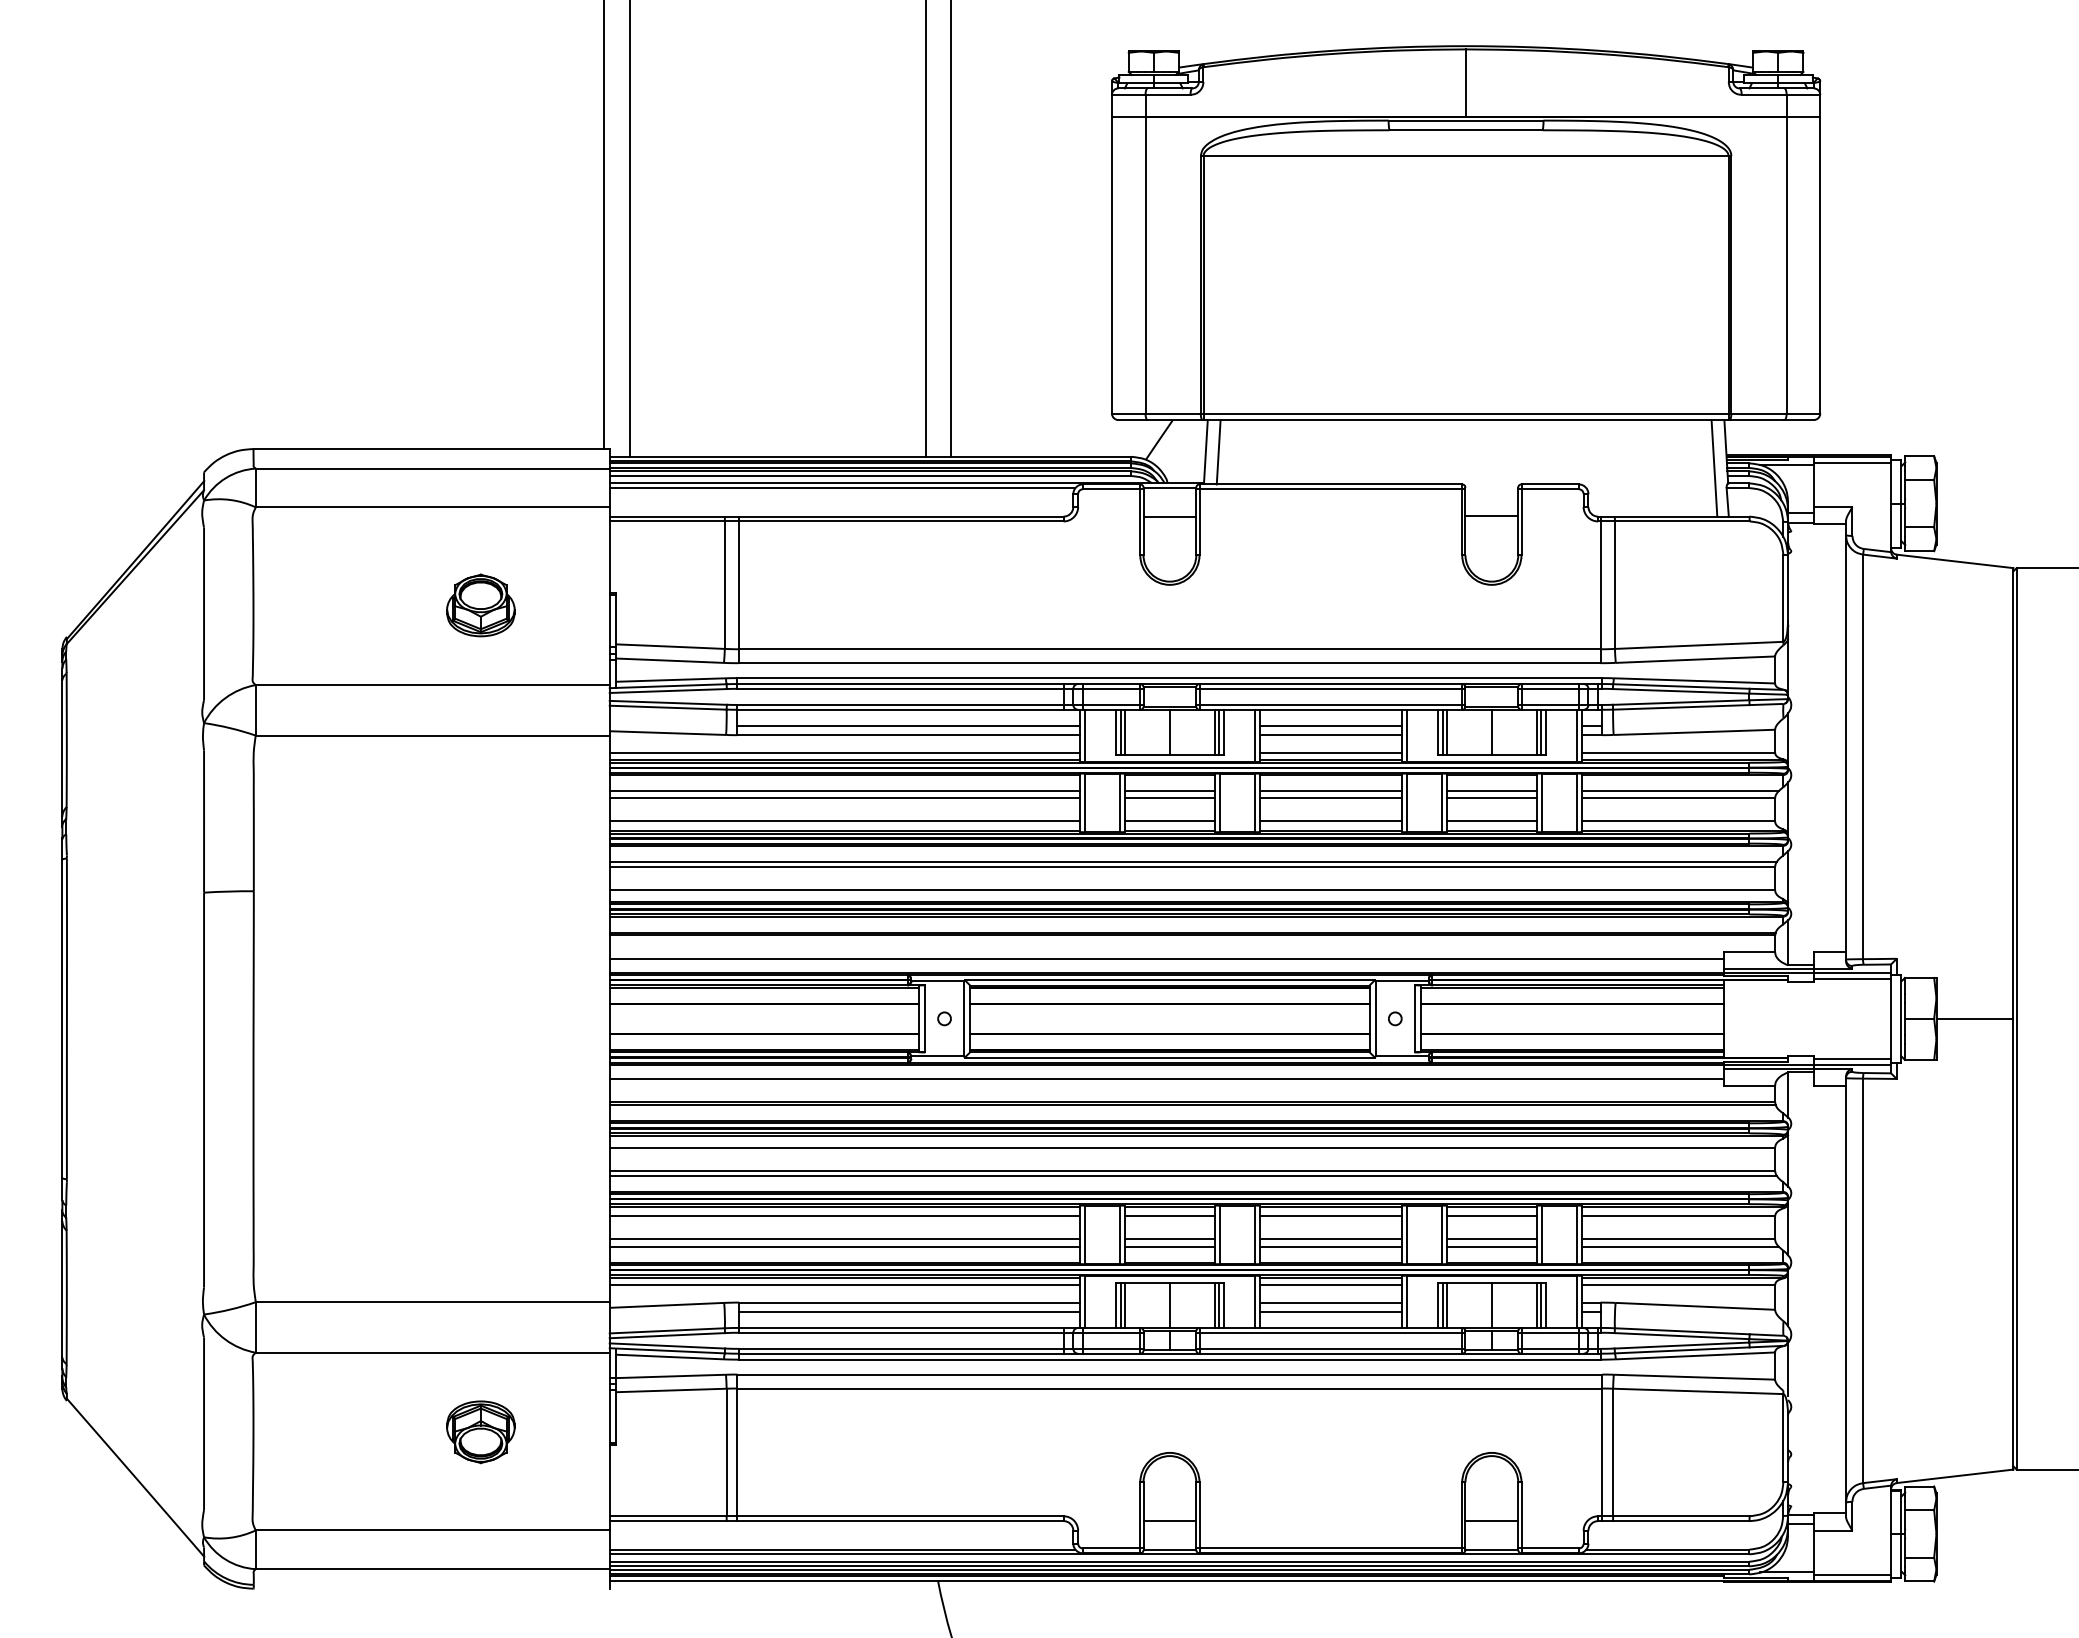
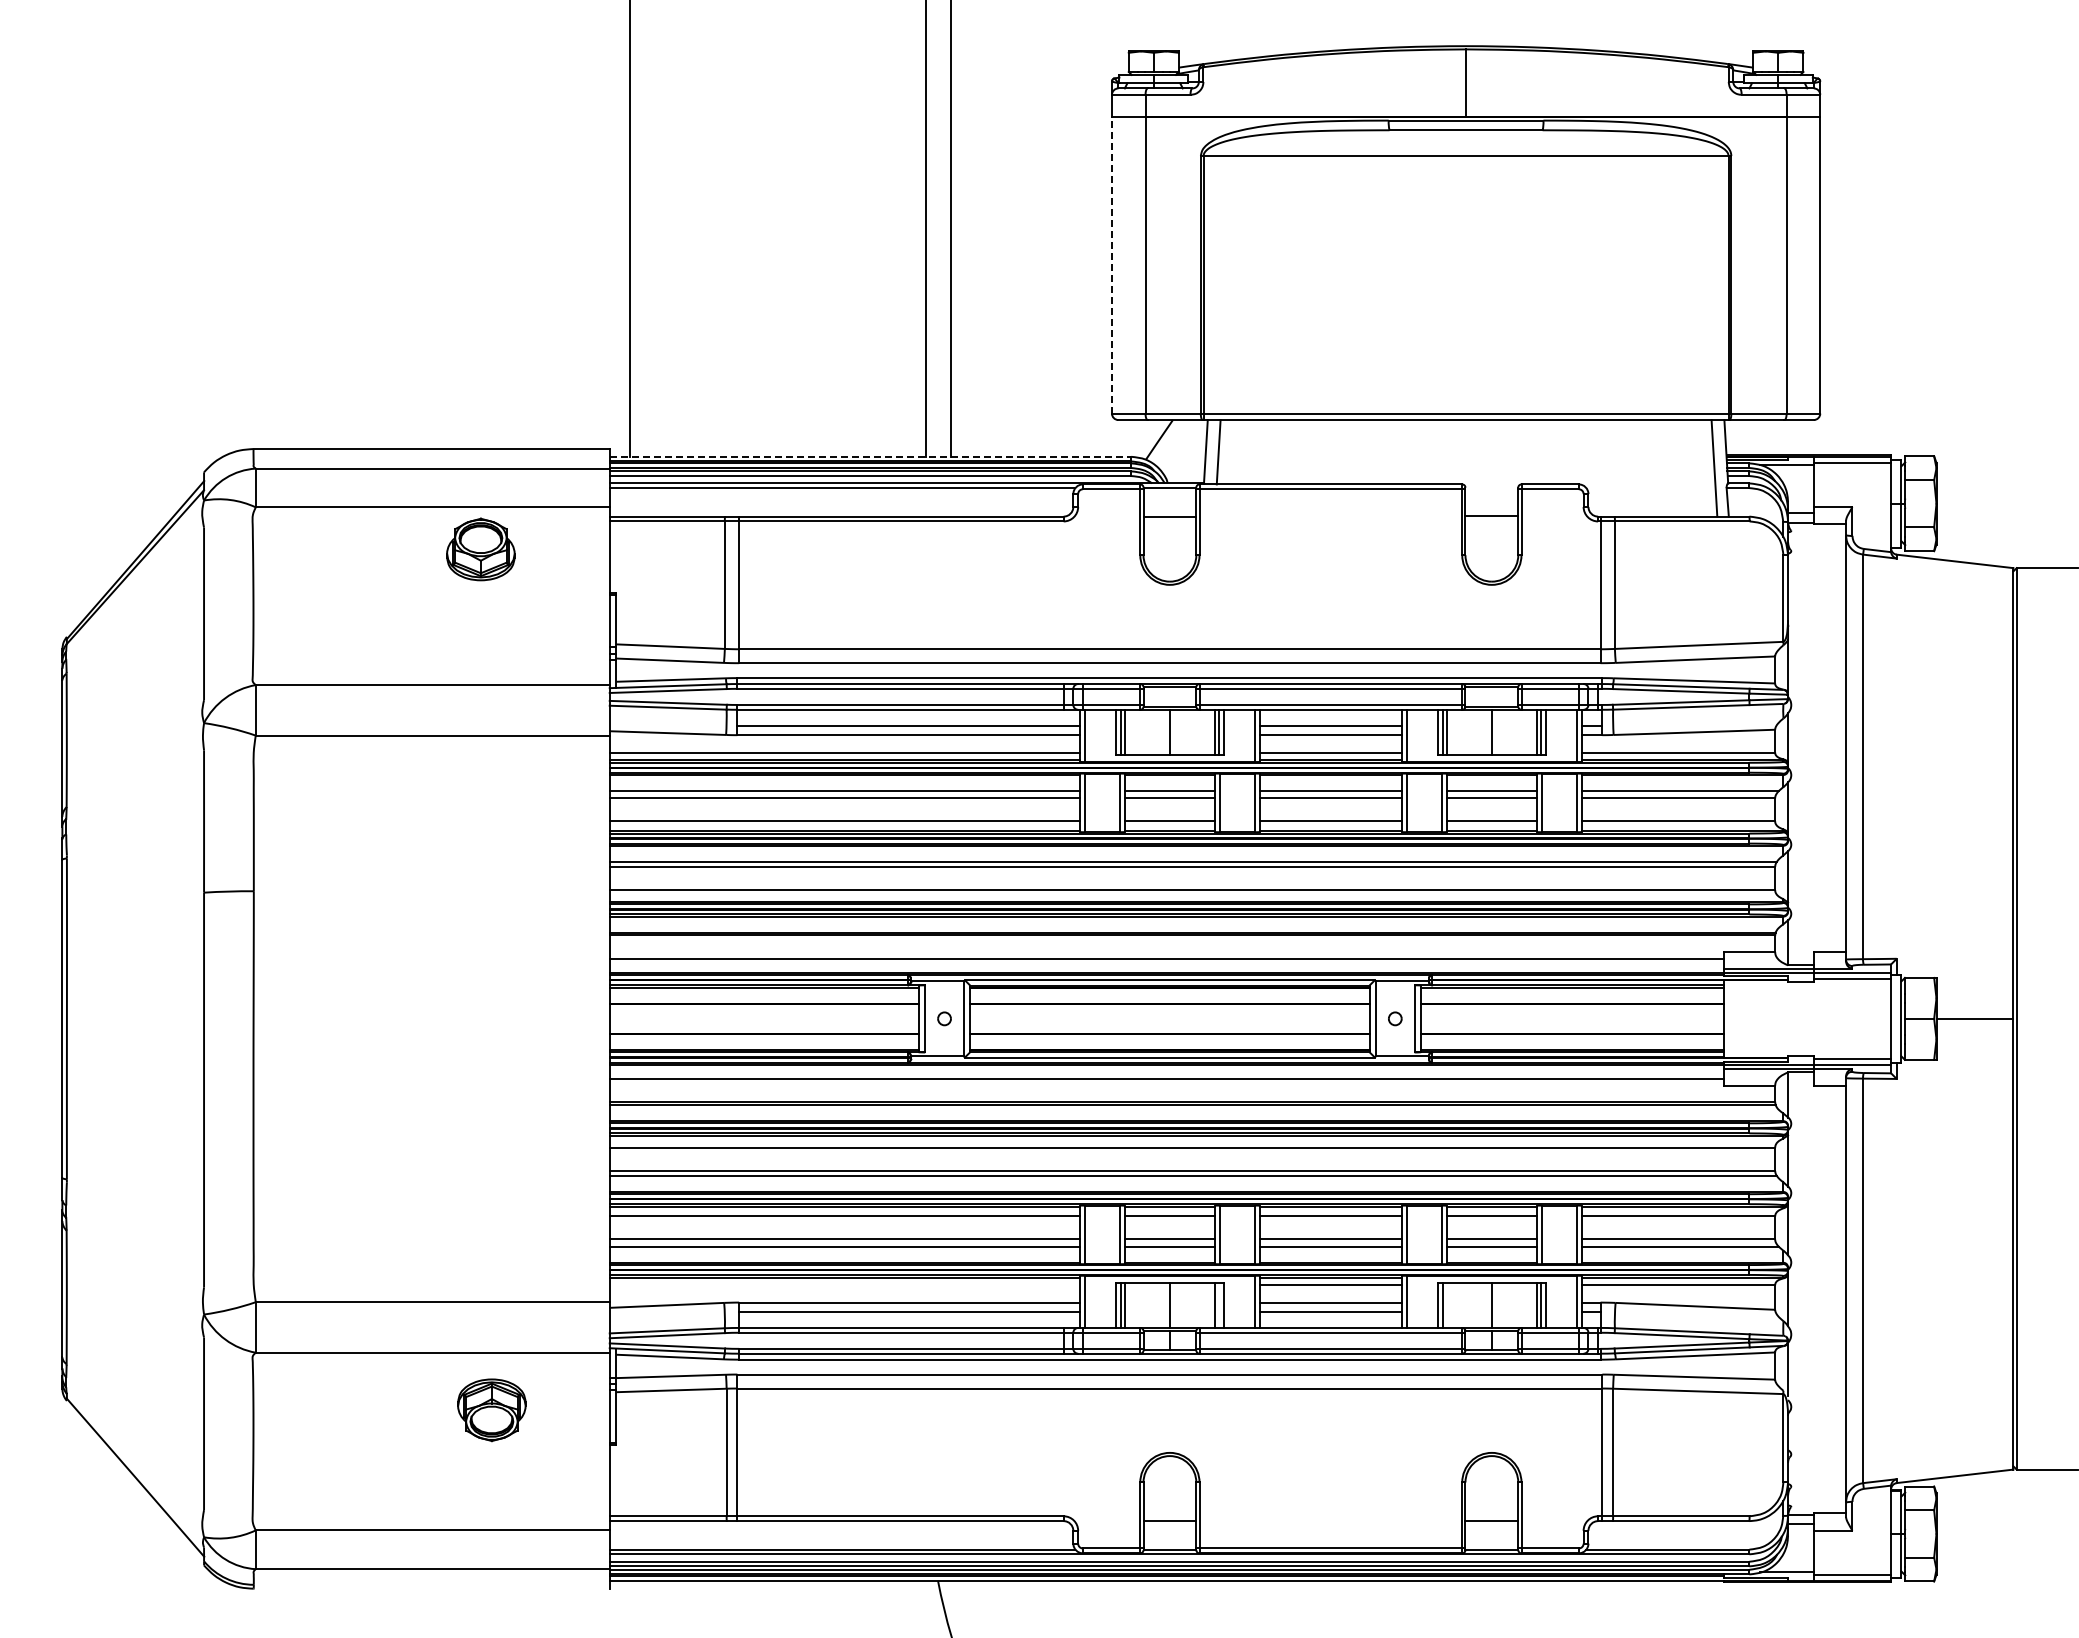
line at (604, 225): present -> none
line at (1111, 265): solid -> dashed
line at (870, 456): solid -> dashed
part at (480, 605) position: (480, 605) -> (480, 549)
line at (844, 1285): present -> none
line at (1218, 1304): present -> none
line at (1446, 1304): present -> none
part at (480, 1432) position: (480, 1432) -> (491, 1410)
